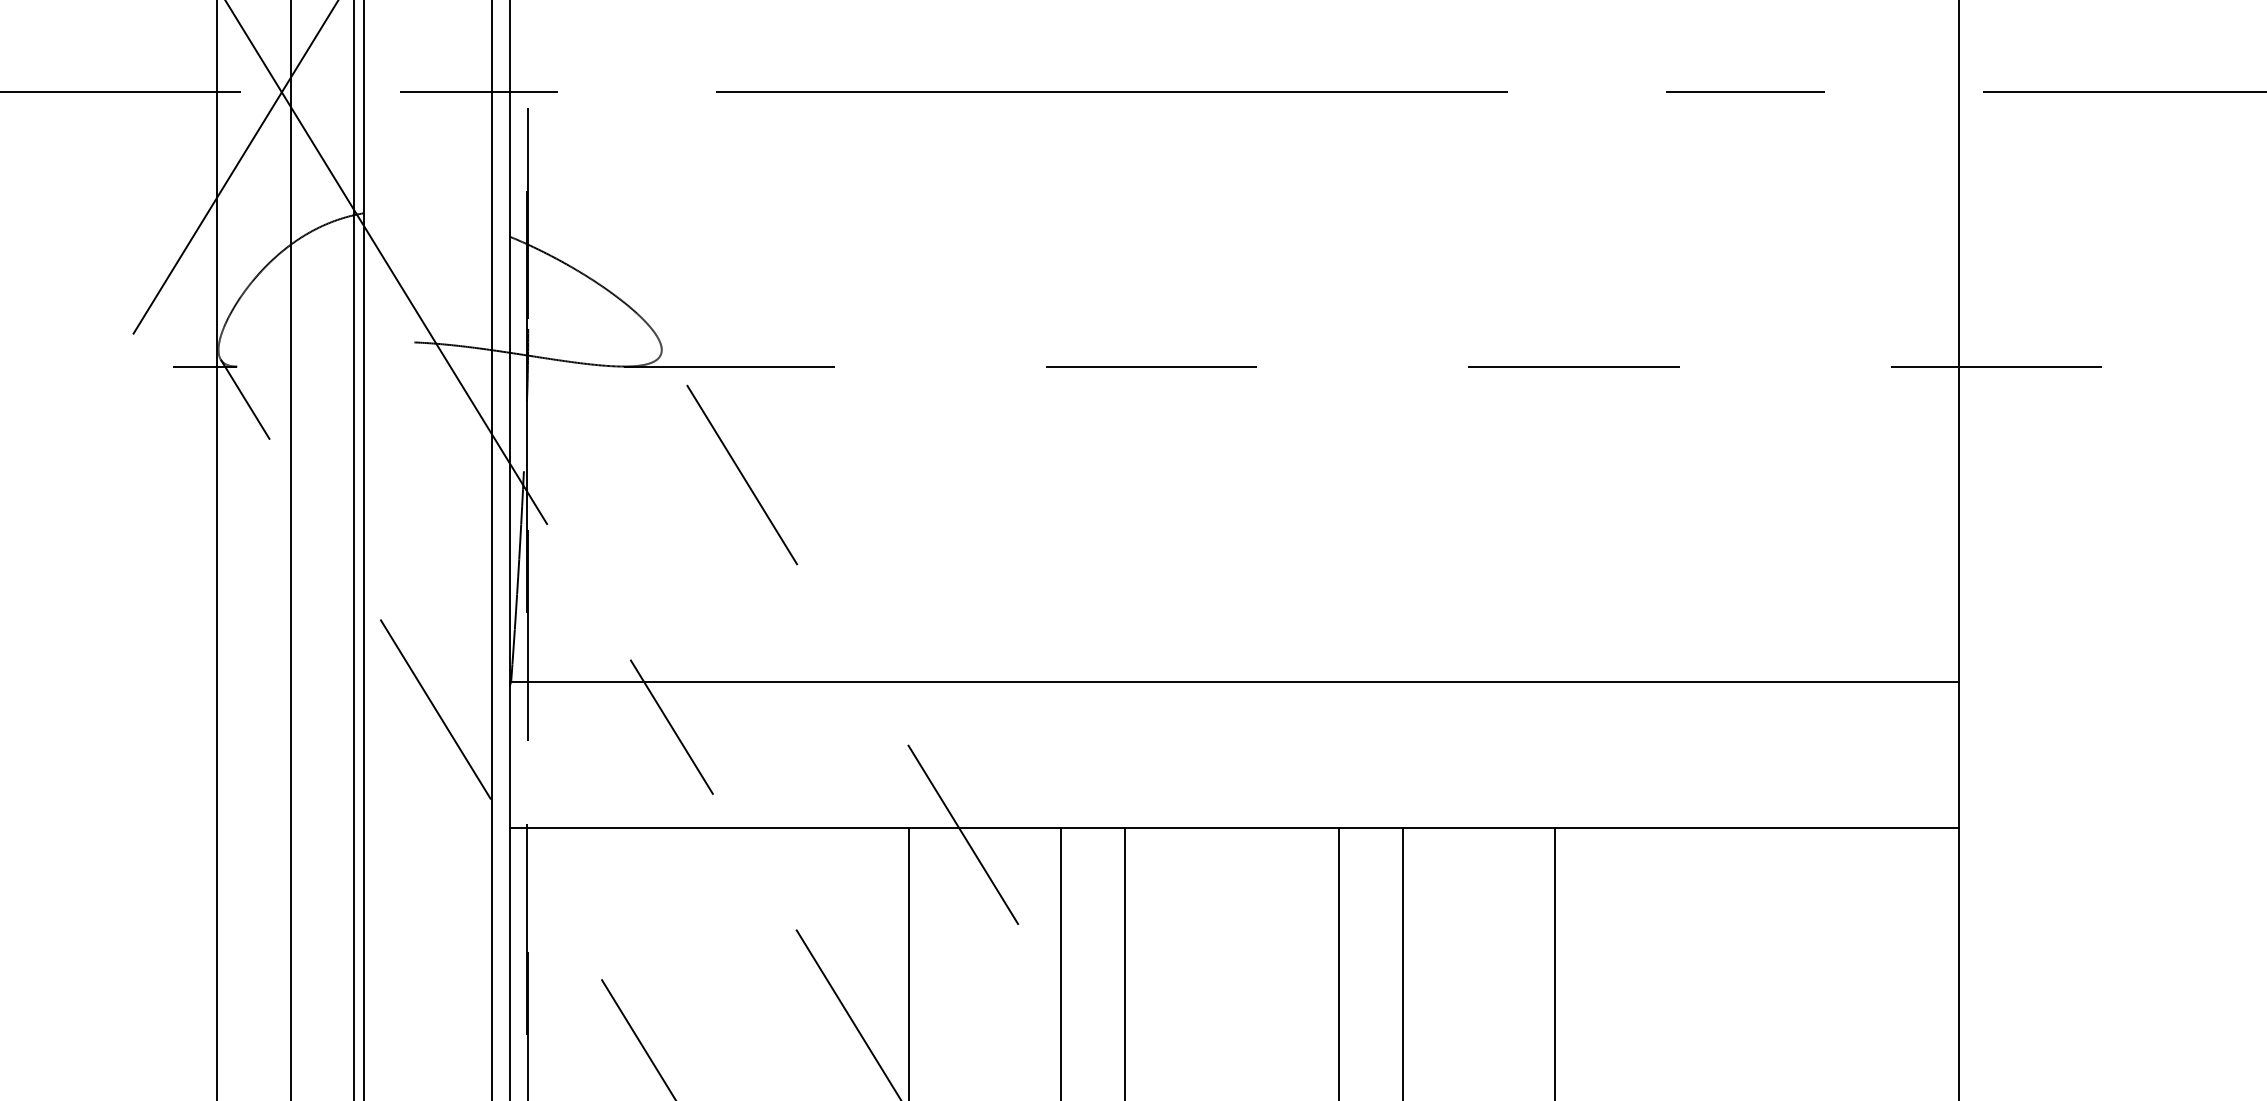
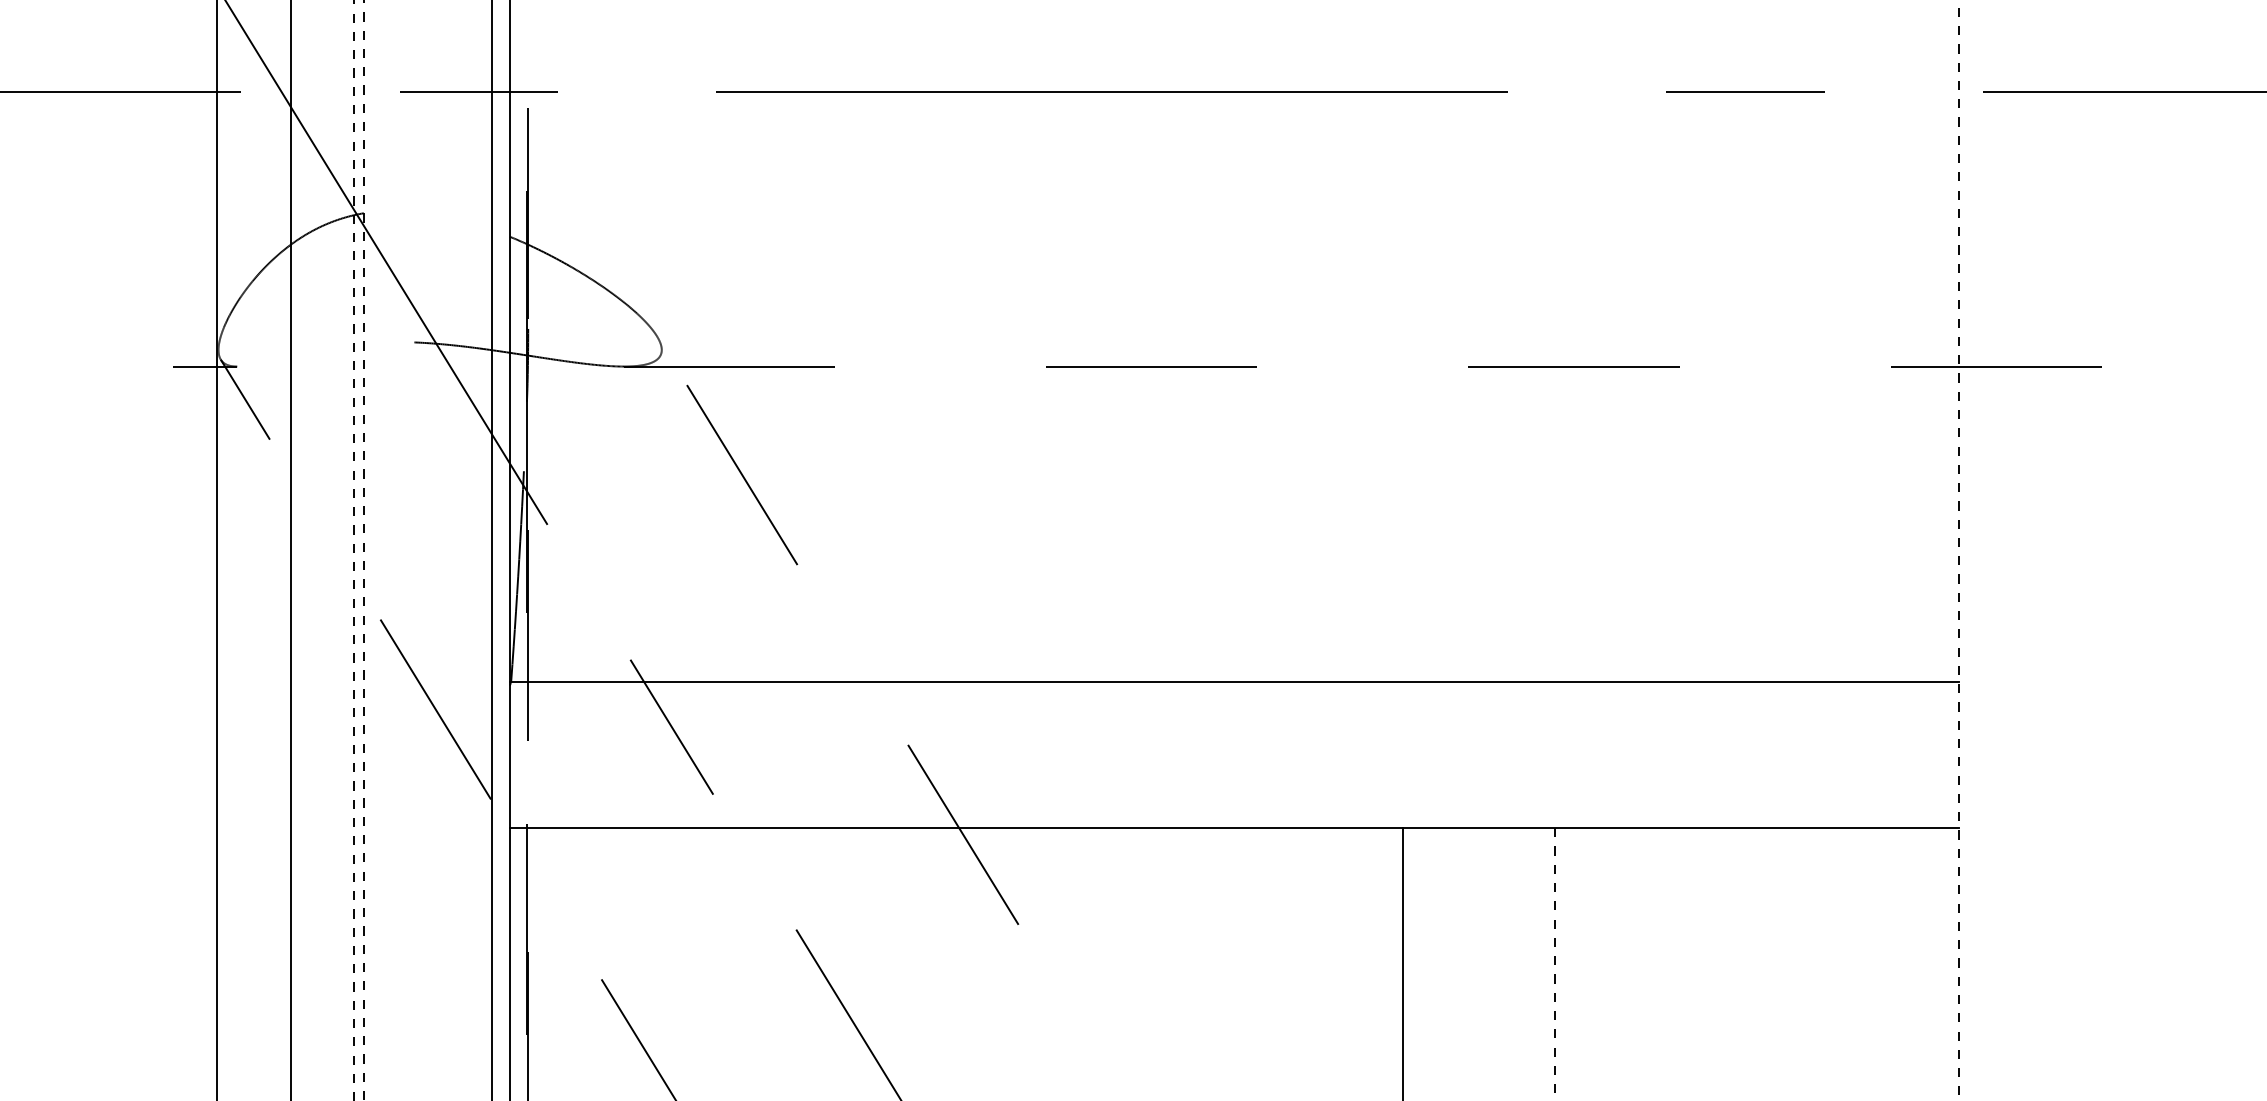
line at (235, 168): present -> none
line at (354, 550): solid -> dashed
line at (363, 550): solid -> dashed
line at (1958, 550): solid -> dashed
line at (908, 962): present -> none
line at (1060, 962): present -> none
line at (1124, 962): present -> none
line at (1339, 962): present -> none
line at (1555, 965): solid -> dashed
